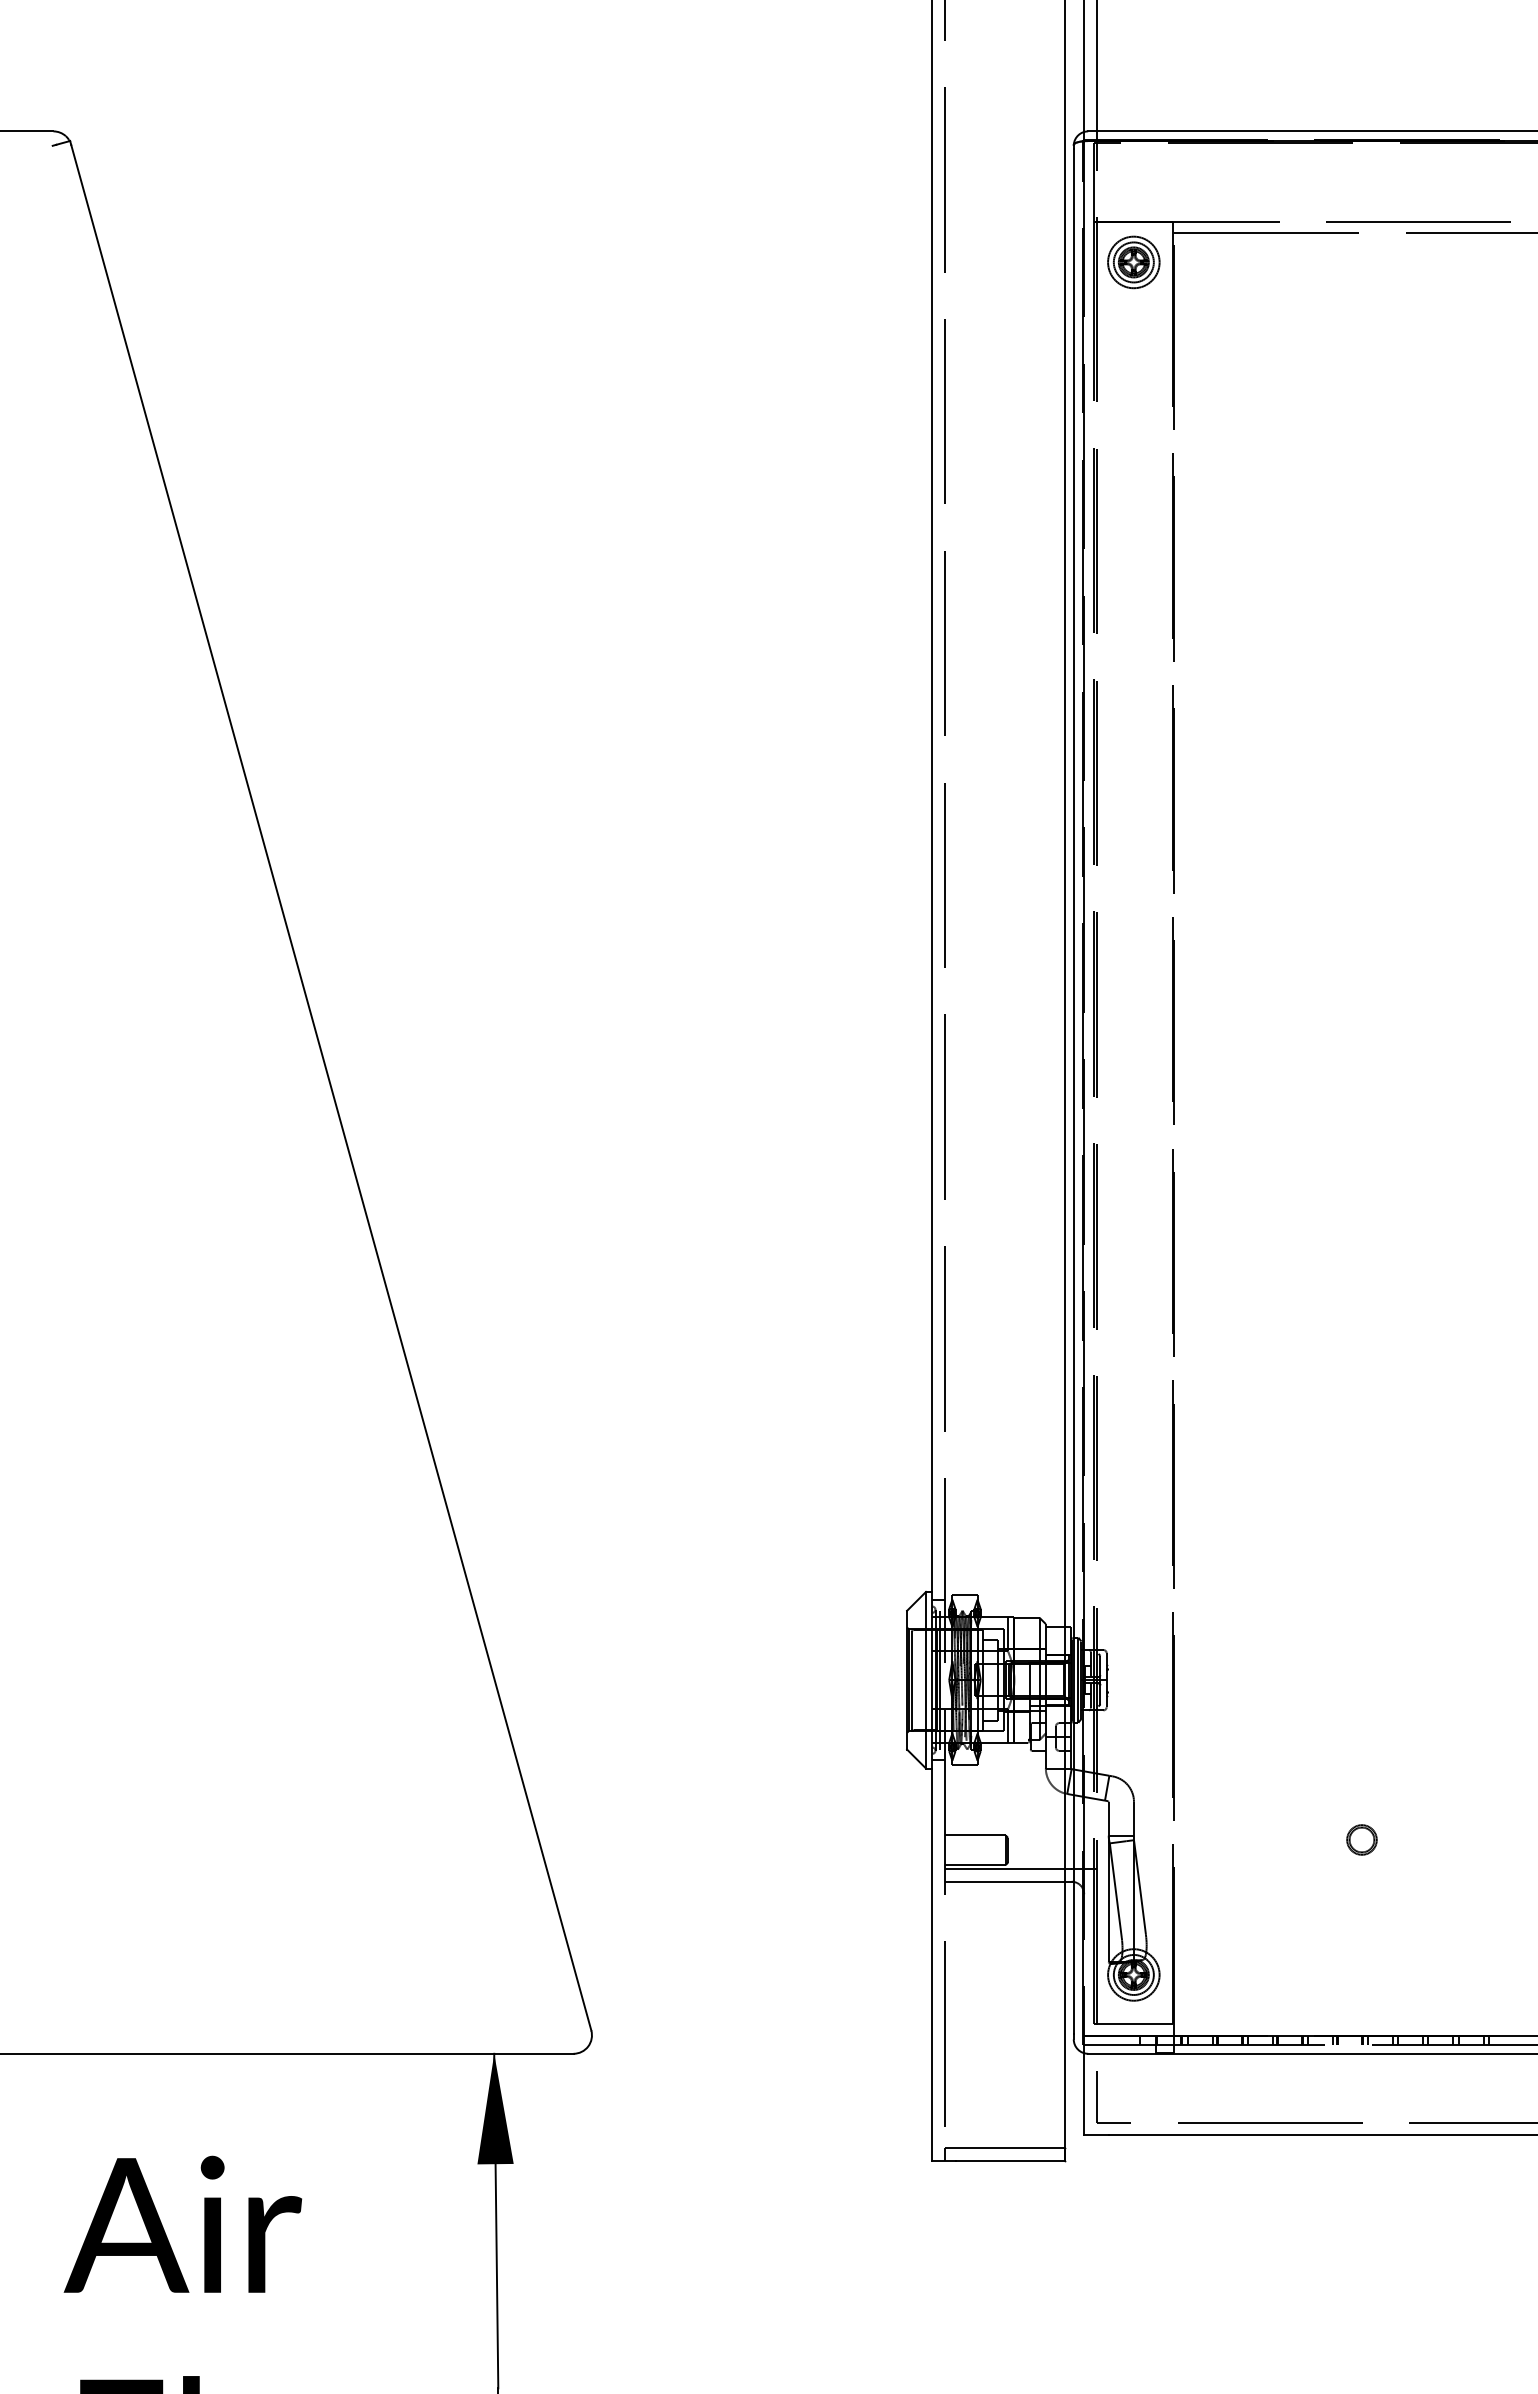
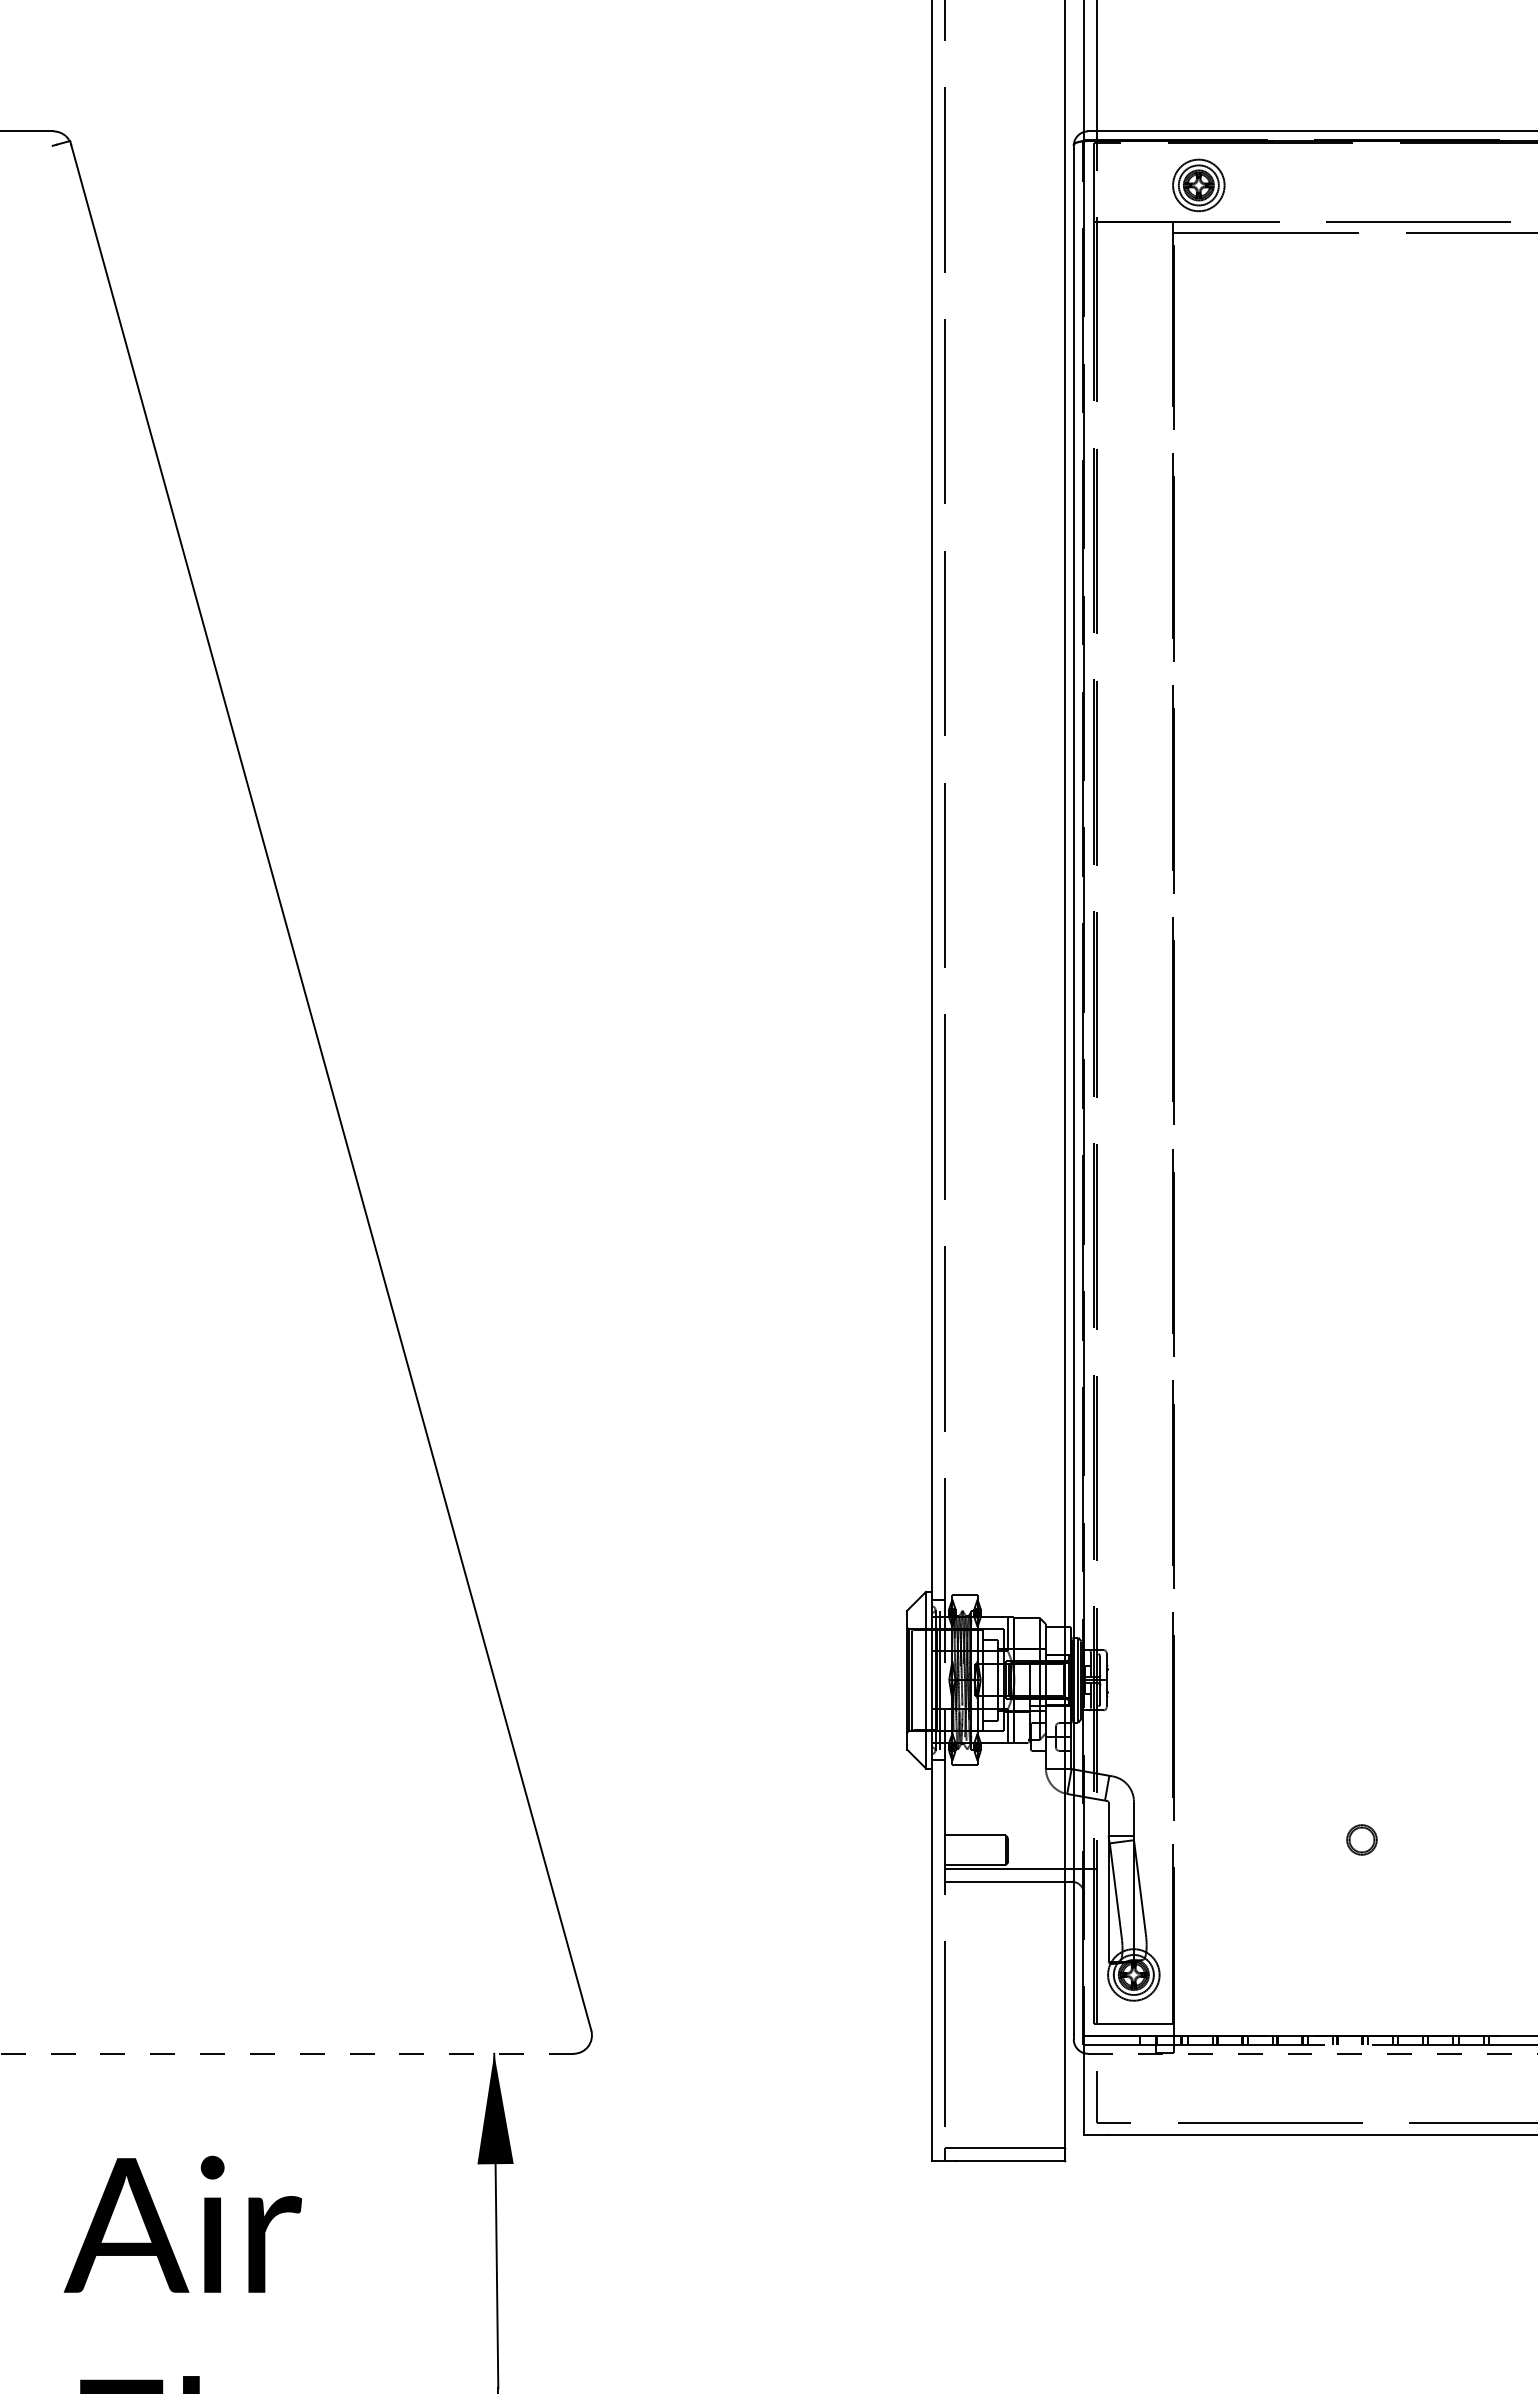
part at (1133, 262) position: (1133, 262) -> (1198, 185)
line at (286, 2053): solid -> dashed
line at (1313, 2053): solid -> dashed
